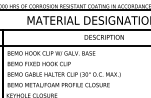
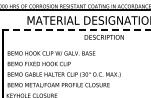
line at (75, 30): solid -> dashed
line at (74, 45): present -> none
